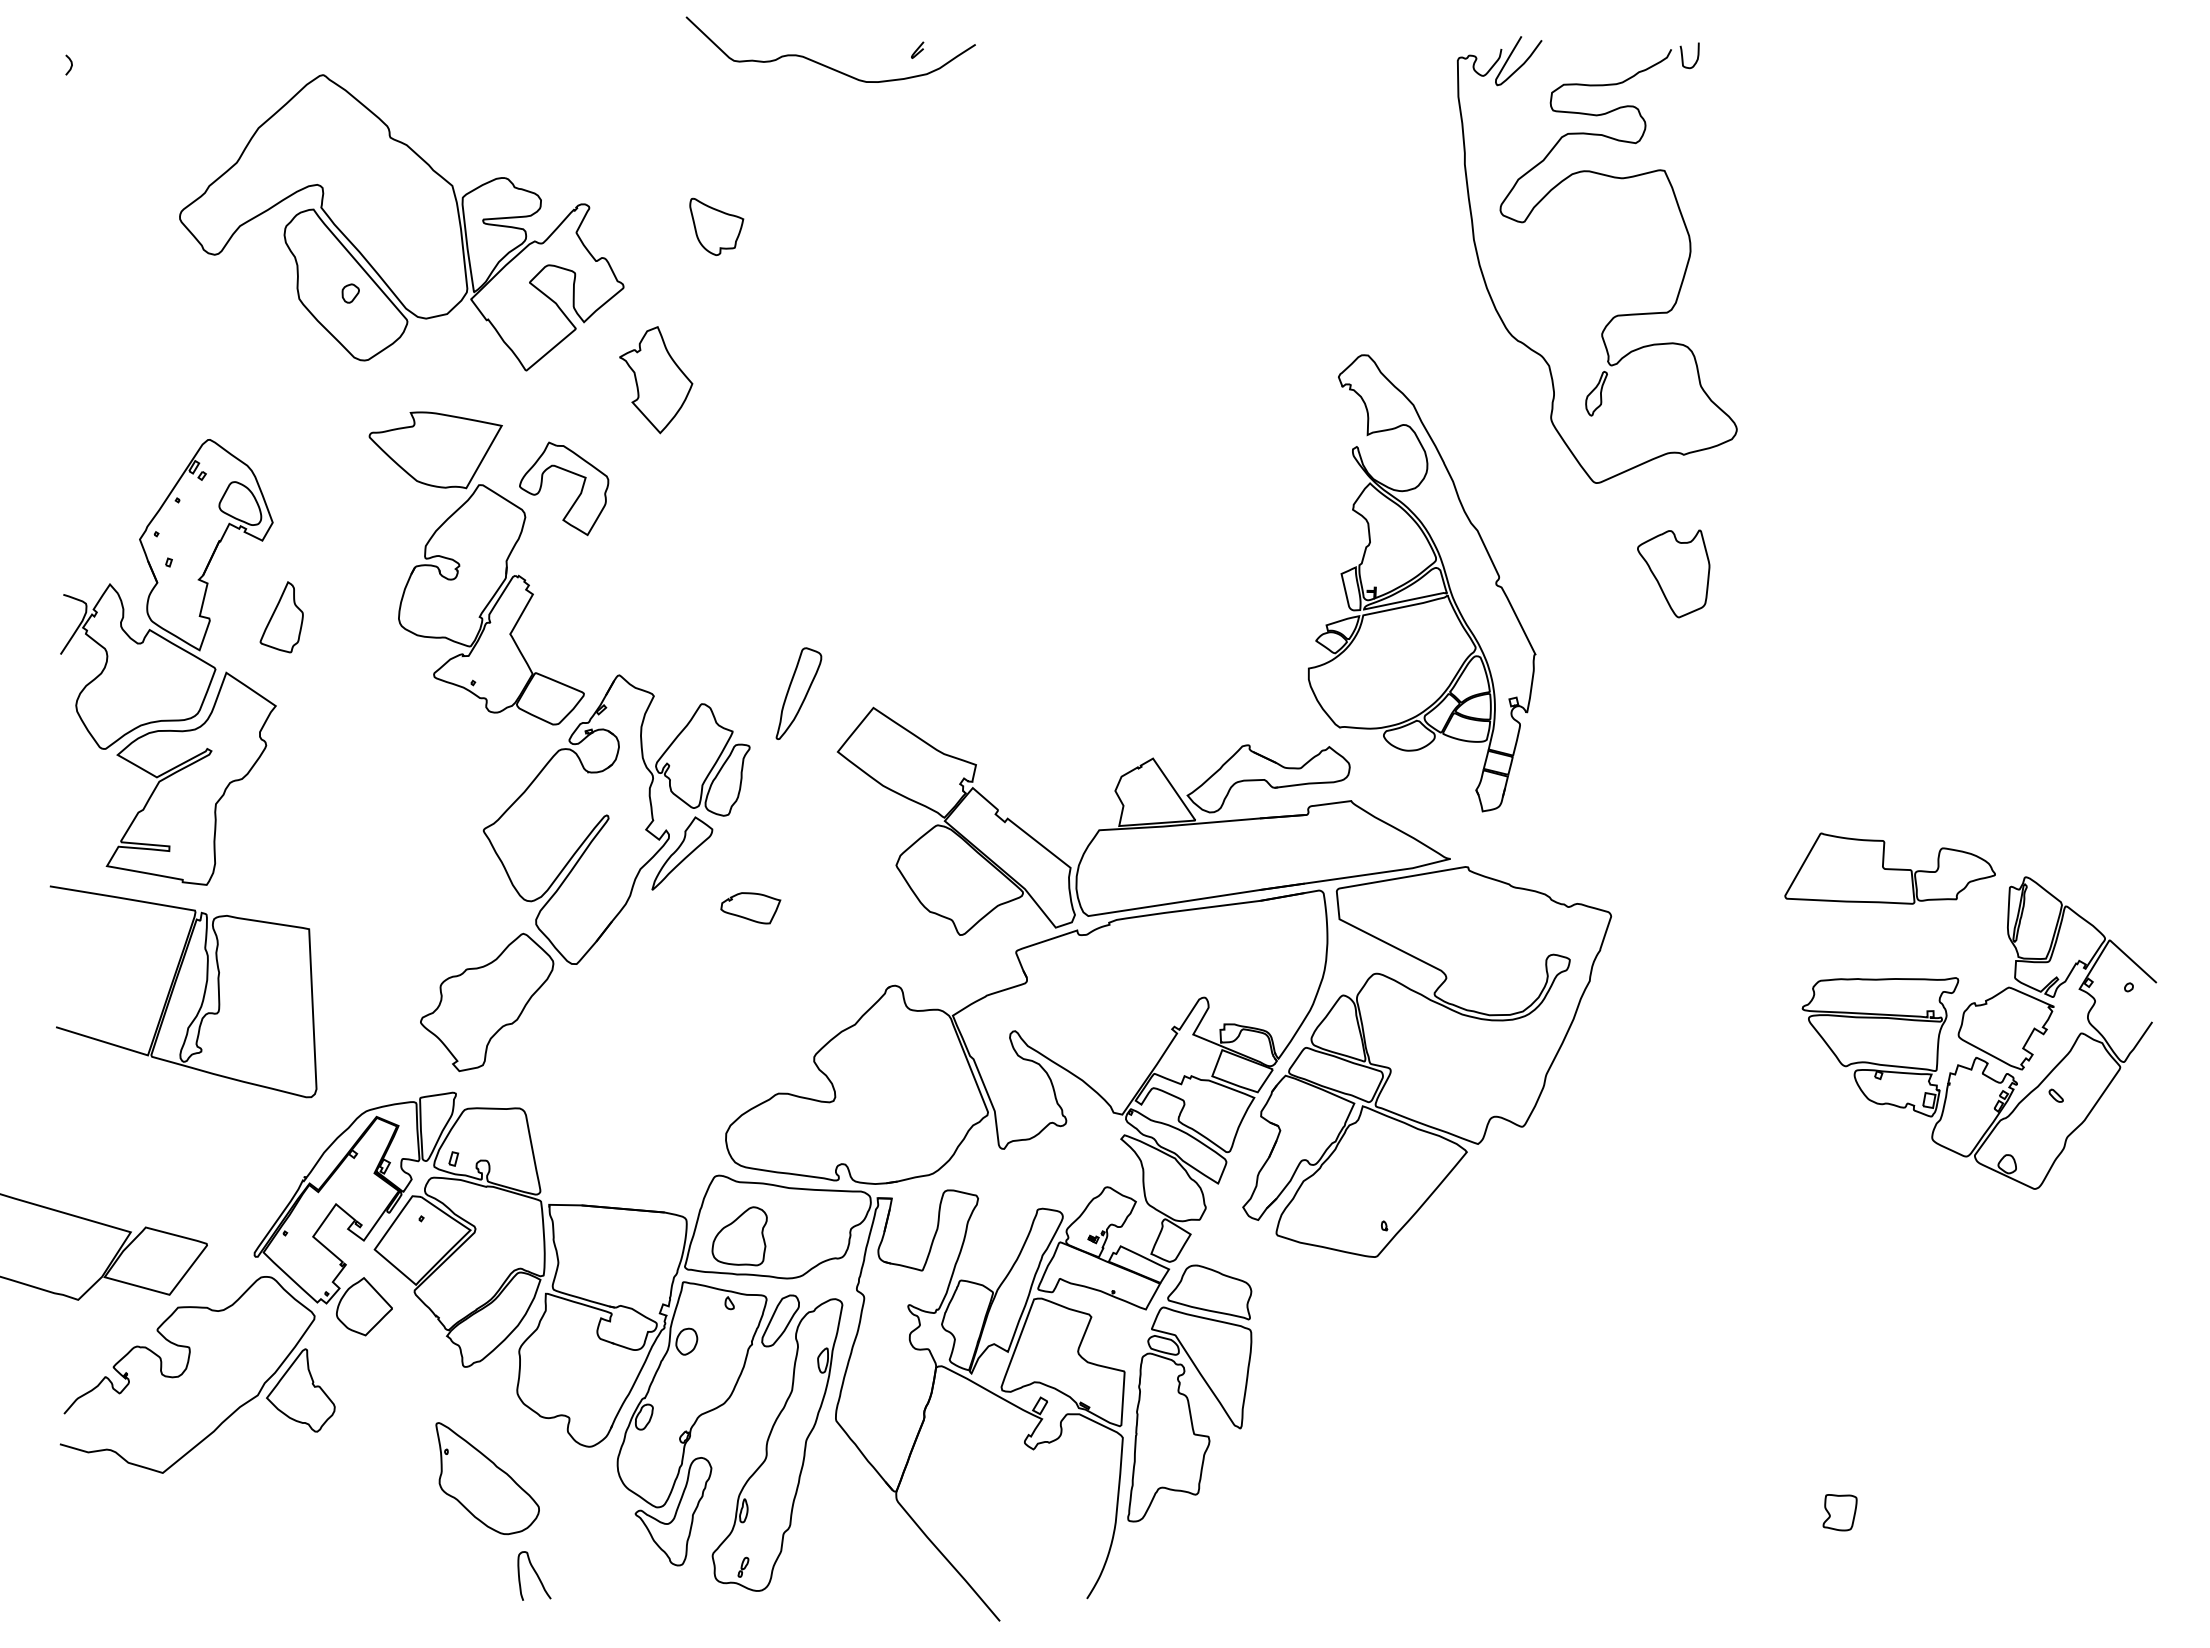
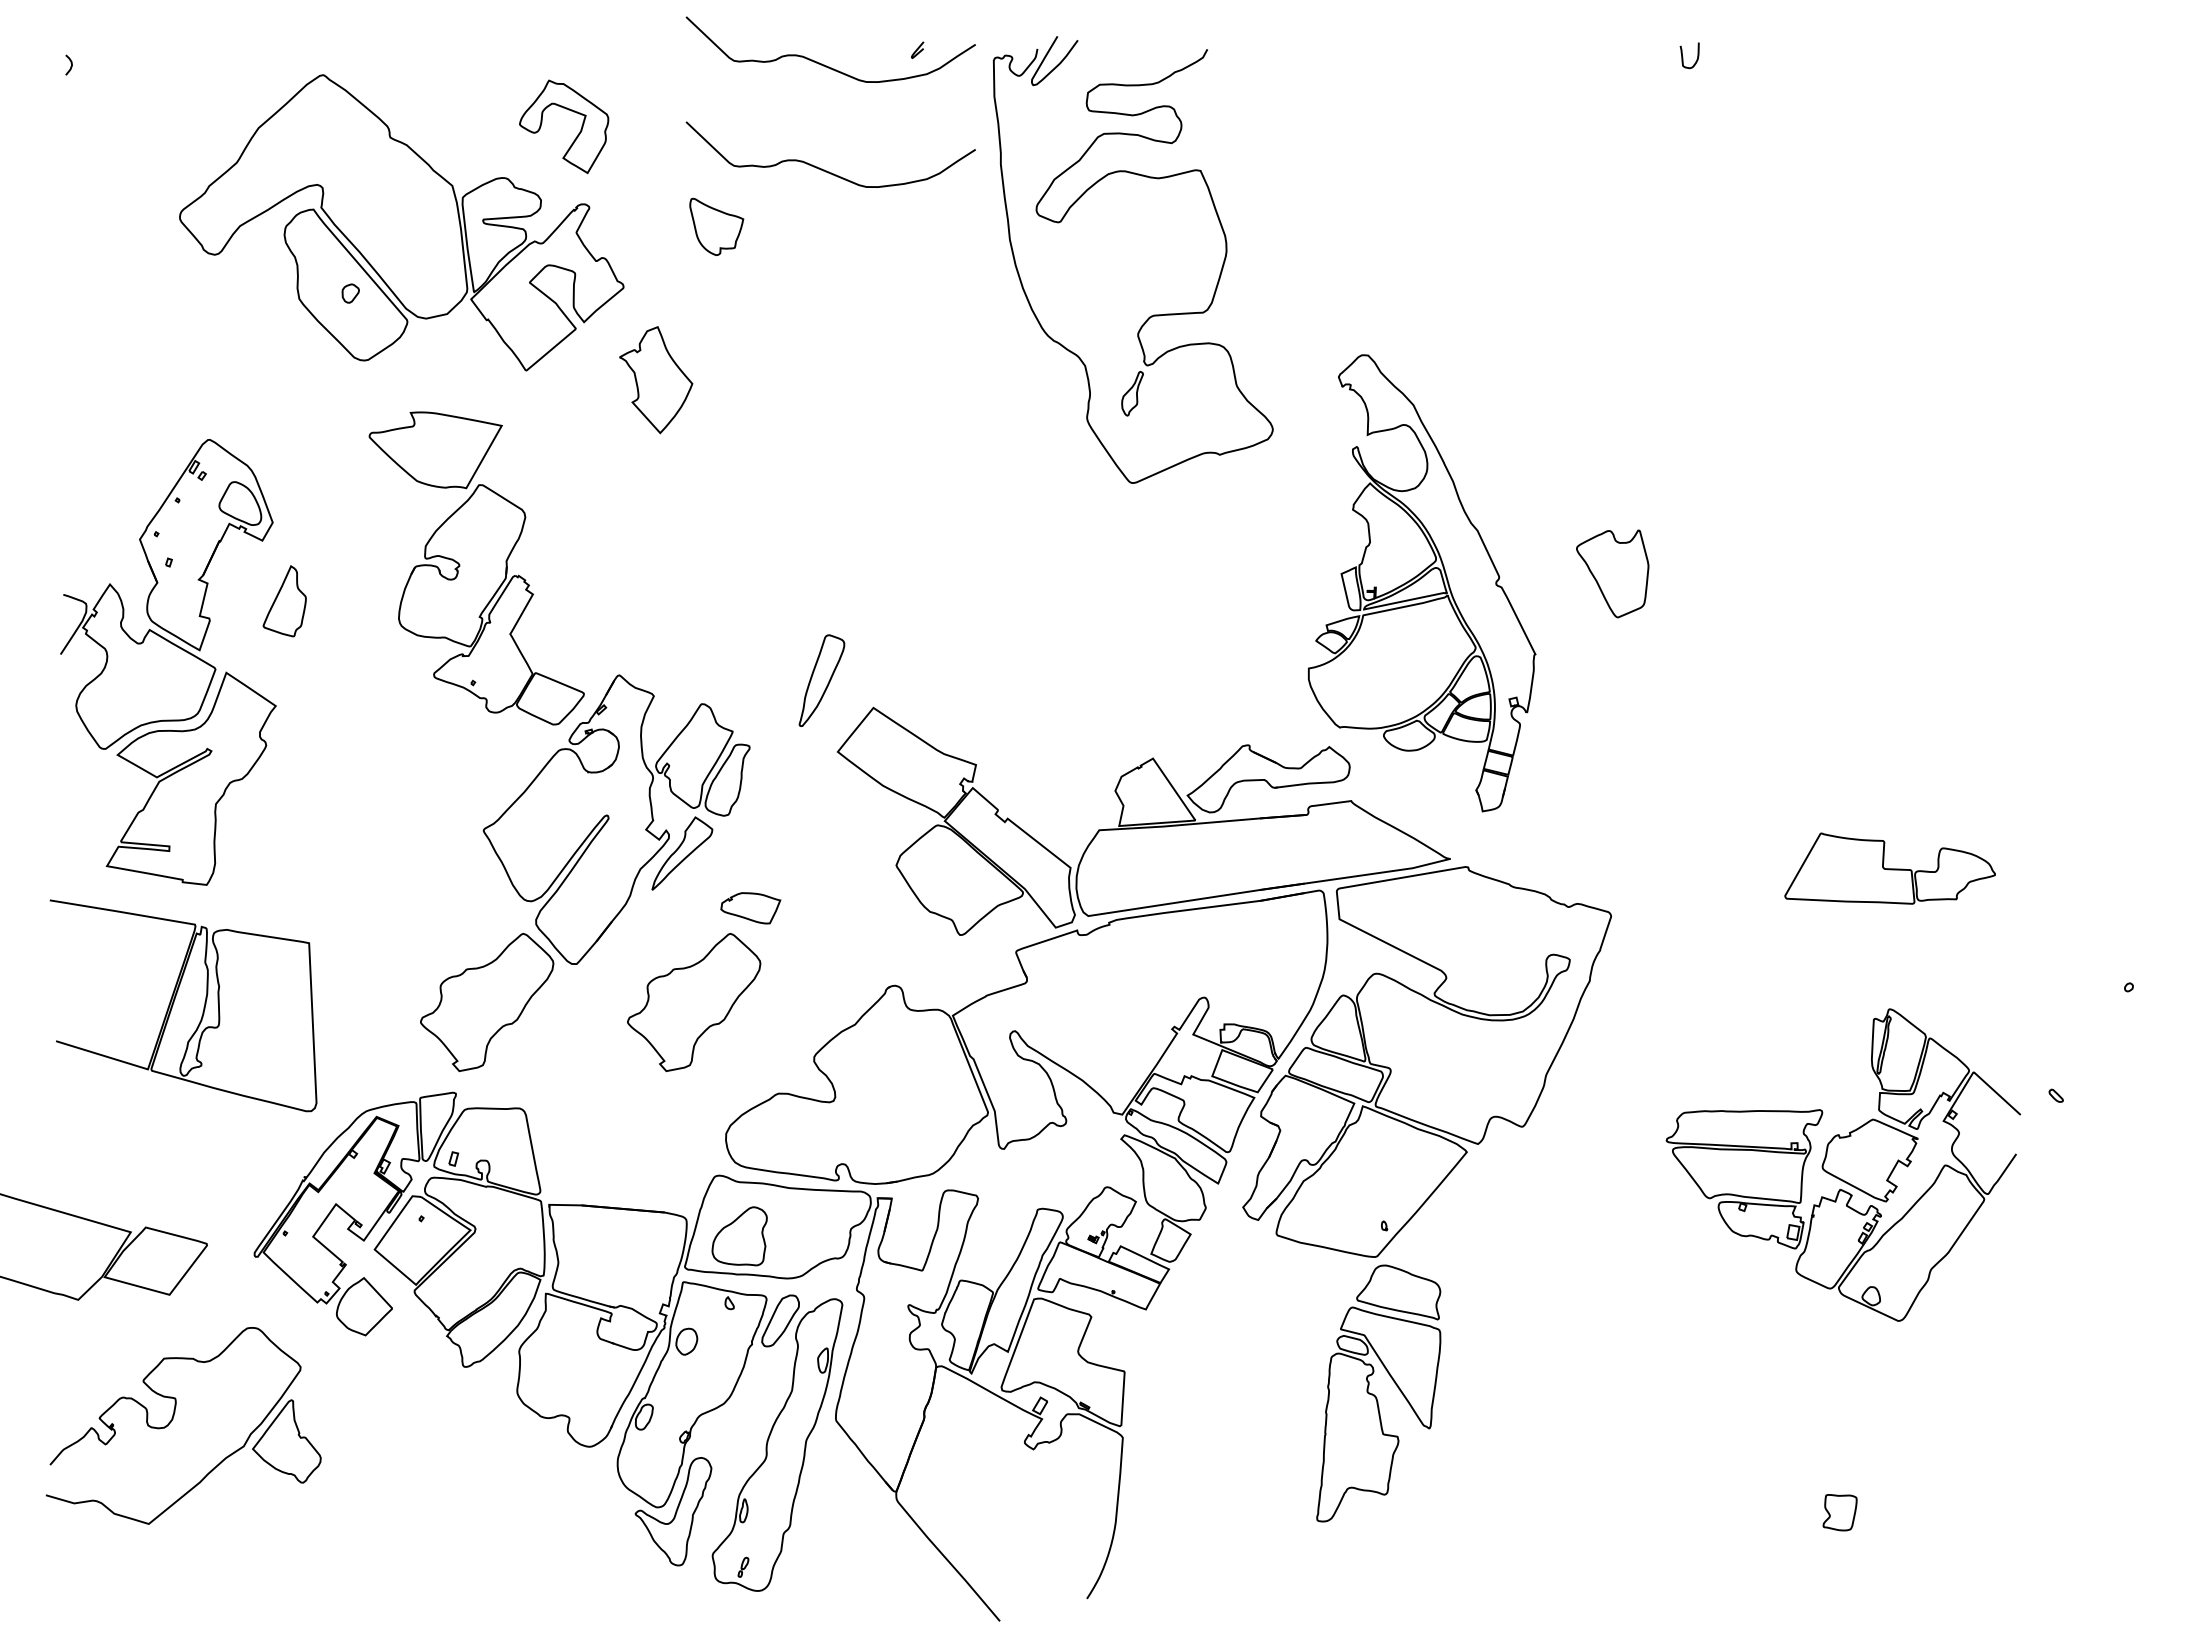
curve at (822, 168): none -> present
part at (1617, 314) position: (1617, 314) -> (1153, 314)
part at (577, 496) position: (577, 496) -> (577, 134)
part at (1673, 573) position: (1673, 573) -> (1612, 573)
part at (281, 617) position: (281, 617) -> (284, 601)
part at (798, 693) position: (798, 693) -> (821, 680)
part at (183, 991) position: (183, 991) -> (183, 1005)
part at (694, 1002): none -> present
part at (1979, 1032) position: (1979, 1032) -> (1843, 1164)
part at (187, 1368) position: (187, 1368) -> (173, 1419)
part at (1189, 1393) position: (1189, 1393) -> (1378, 1393)
part at (487, 1478): present -> none
curve at (536, 1575): present -> none
